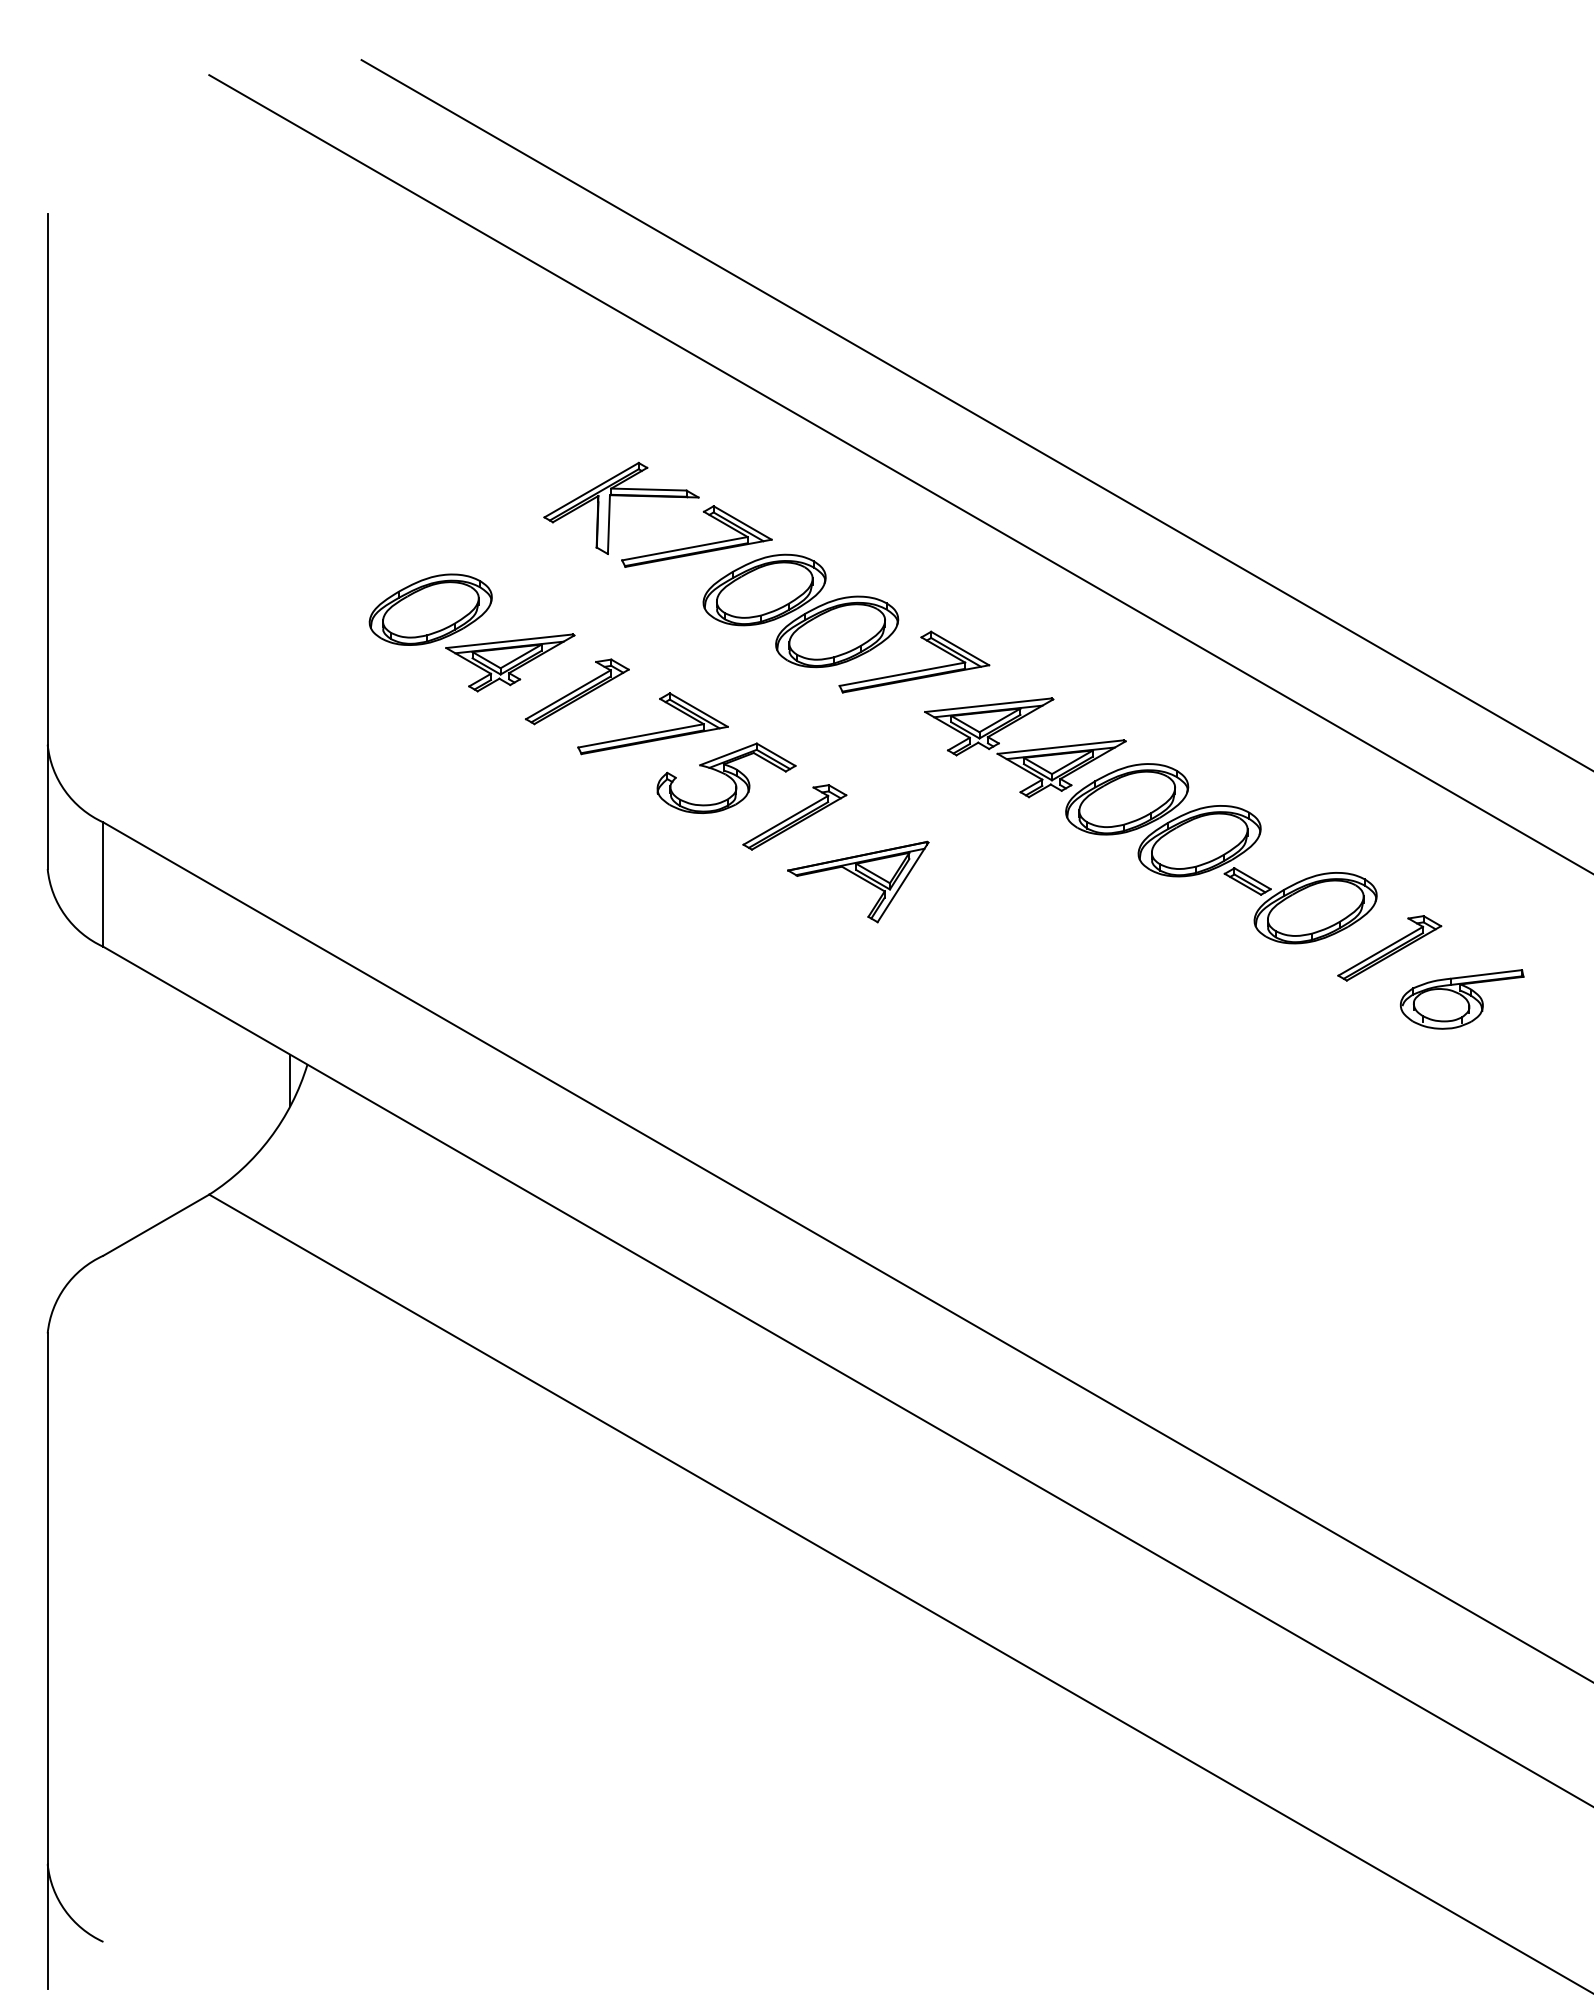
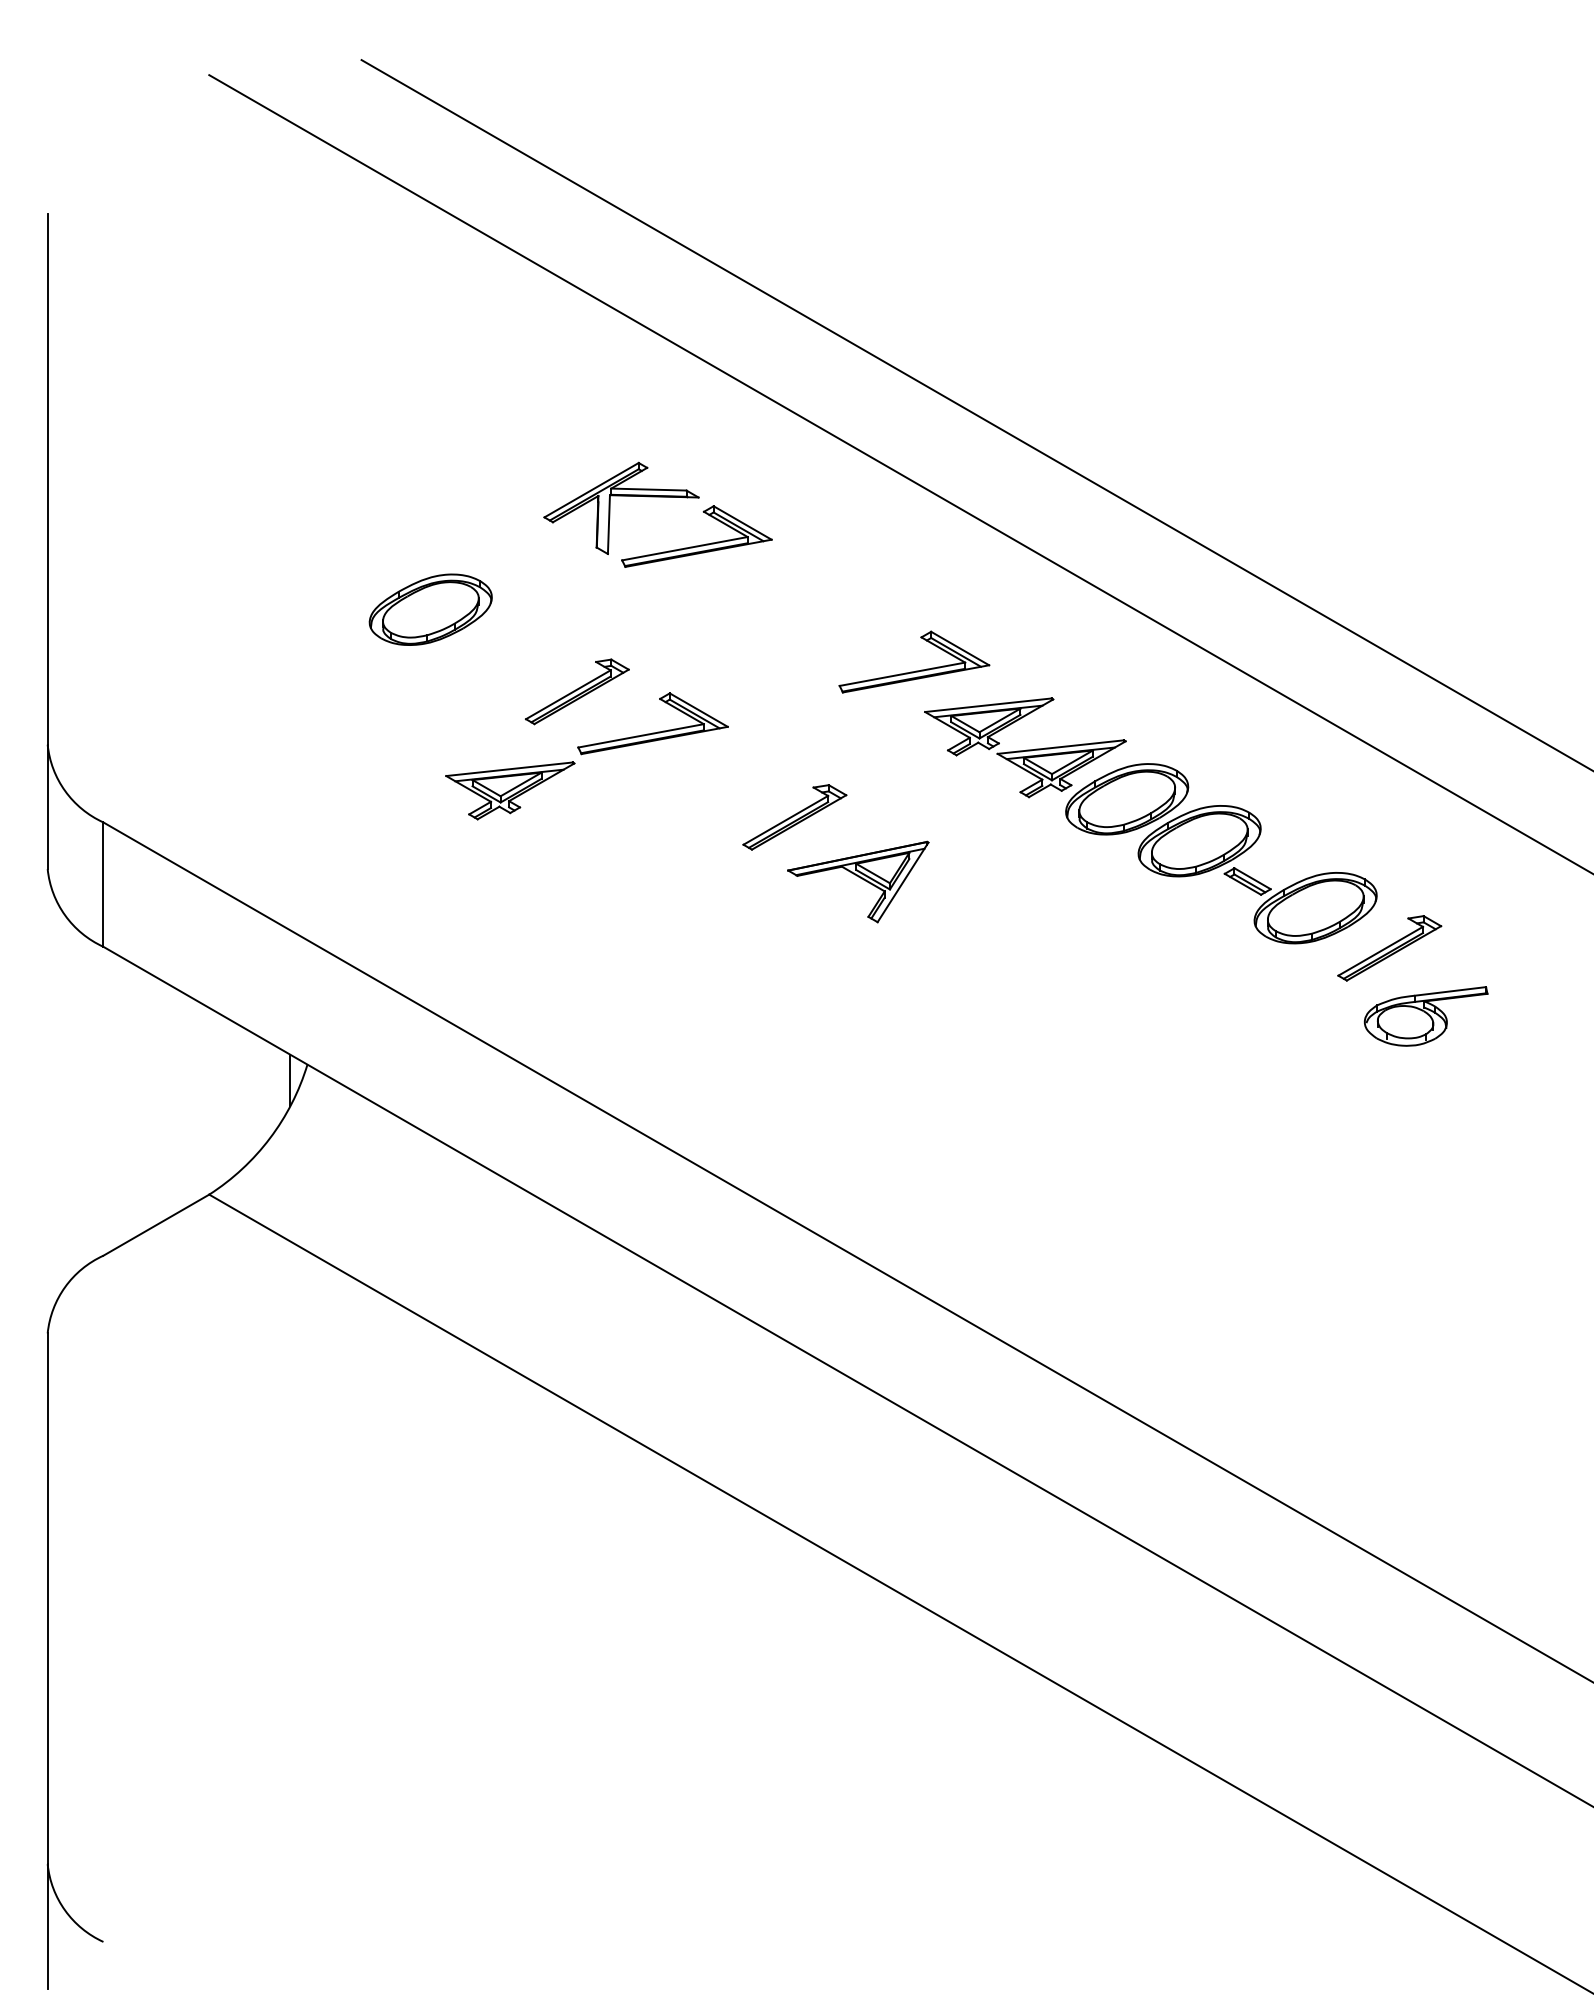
part at (800, 610): present -> none
part at (510, 662) position: (510, 662) -> (510, 790)
part at (726, 777): present -> none
part at (1461, 999) position: (1461, 999) -> (1425, 1016)
